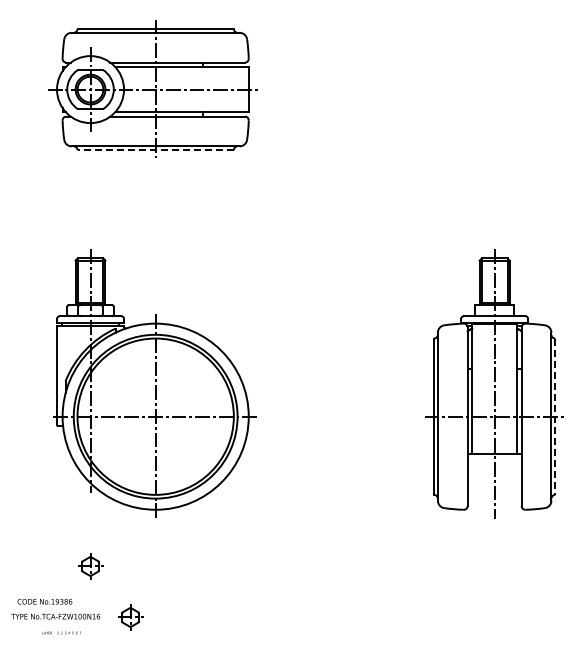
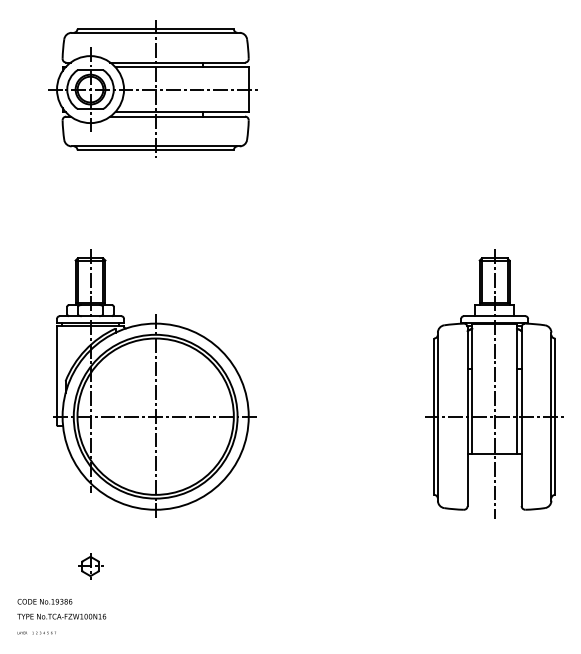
line at (155, 150): dashed -> solid
line at (555, 417): dashed -> solid
text at (55, 616) position: (55, 616) -> (61, 616)
part at (130, 617): present -> none
text at (61, 632) position: (61, 632) -> (36, 632)
